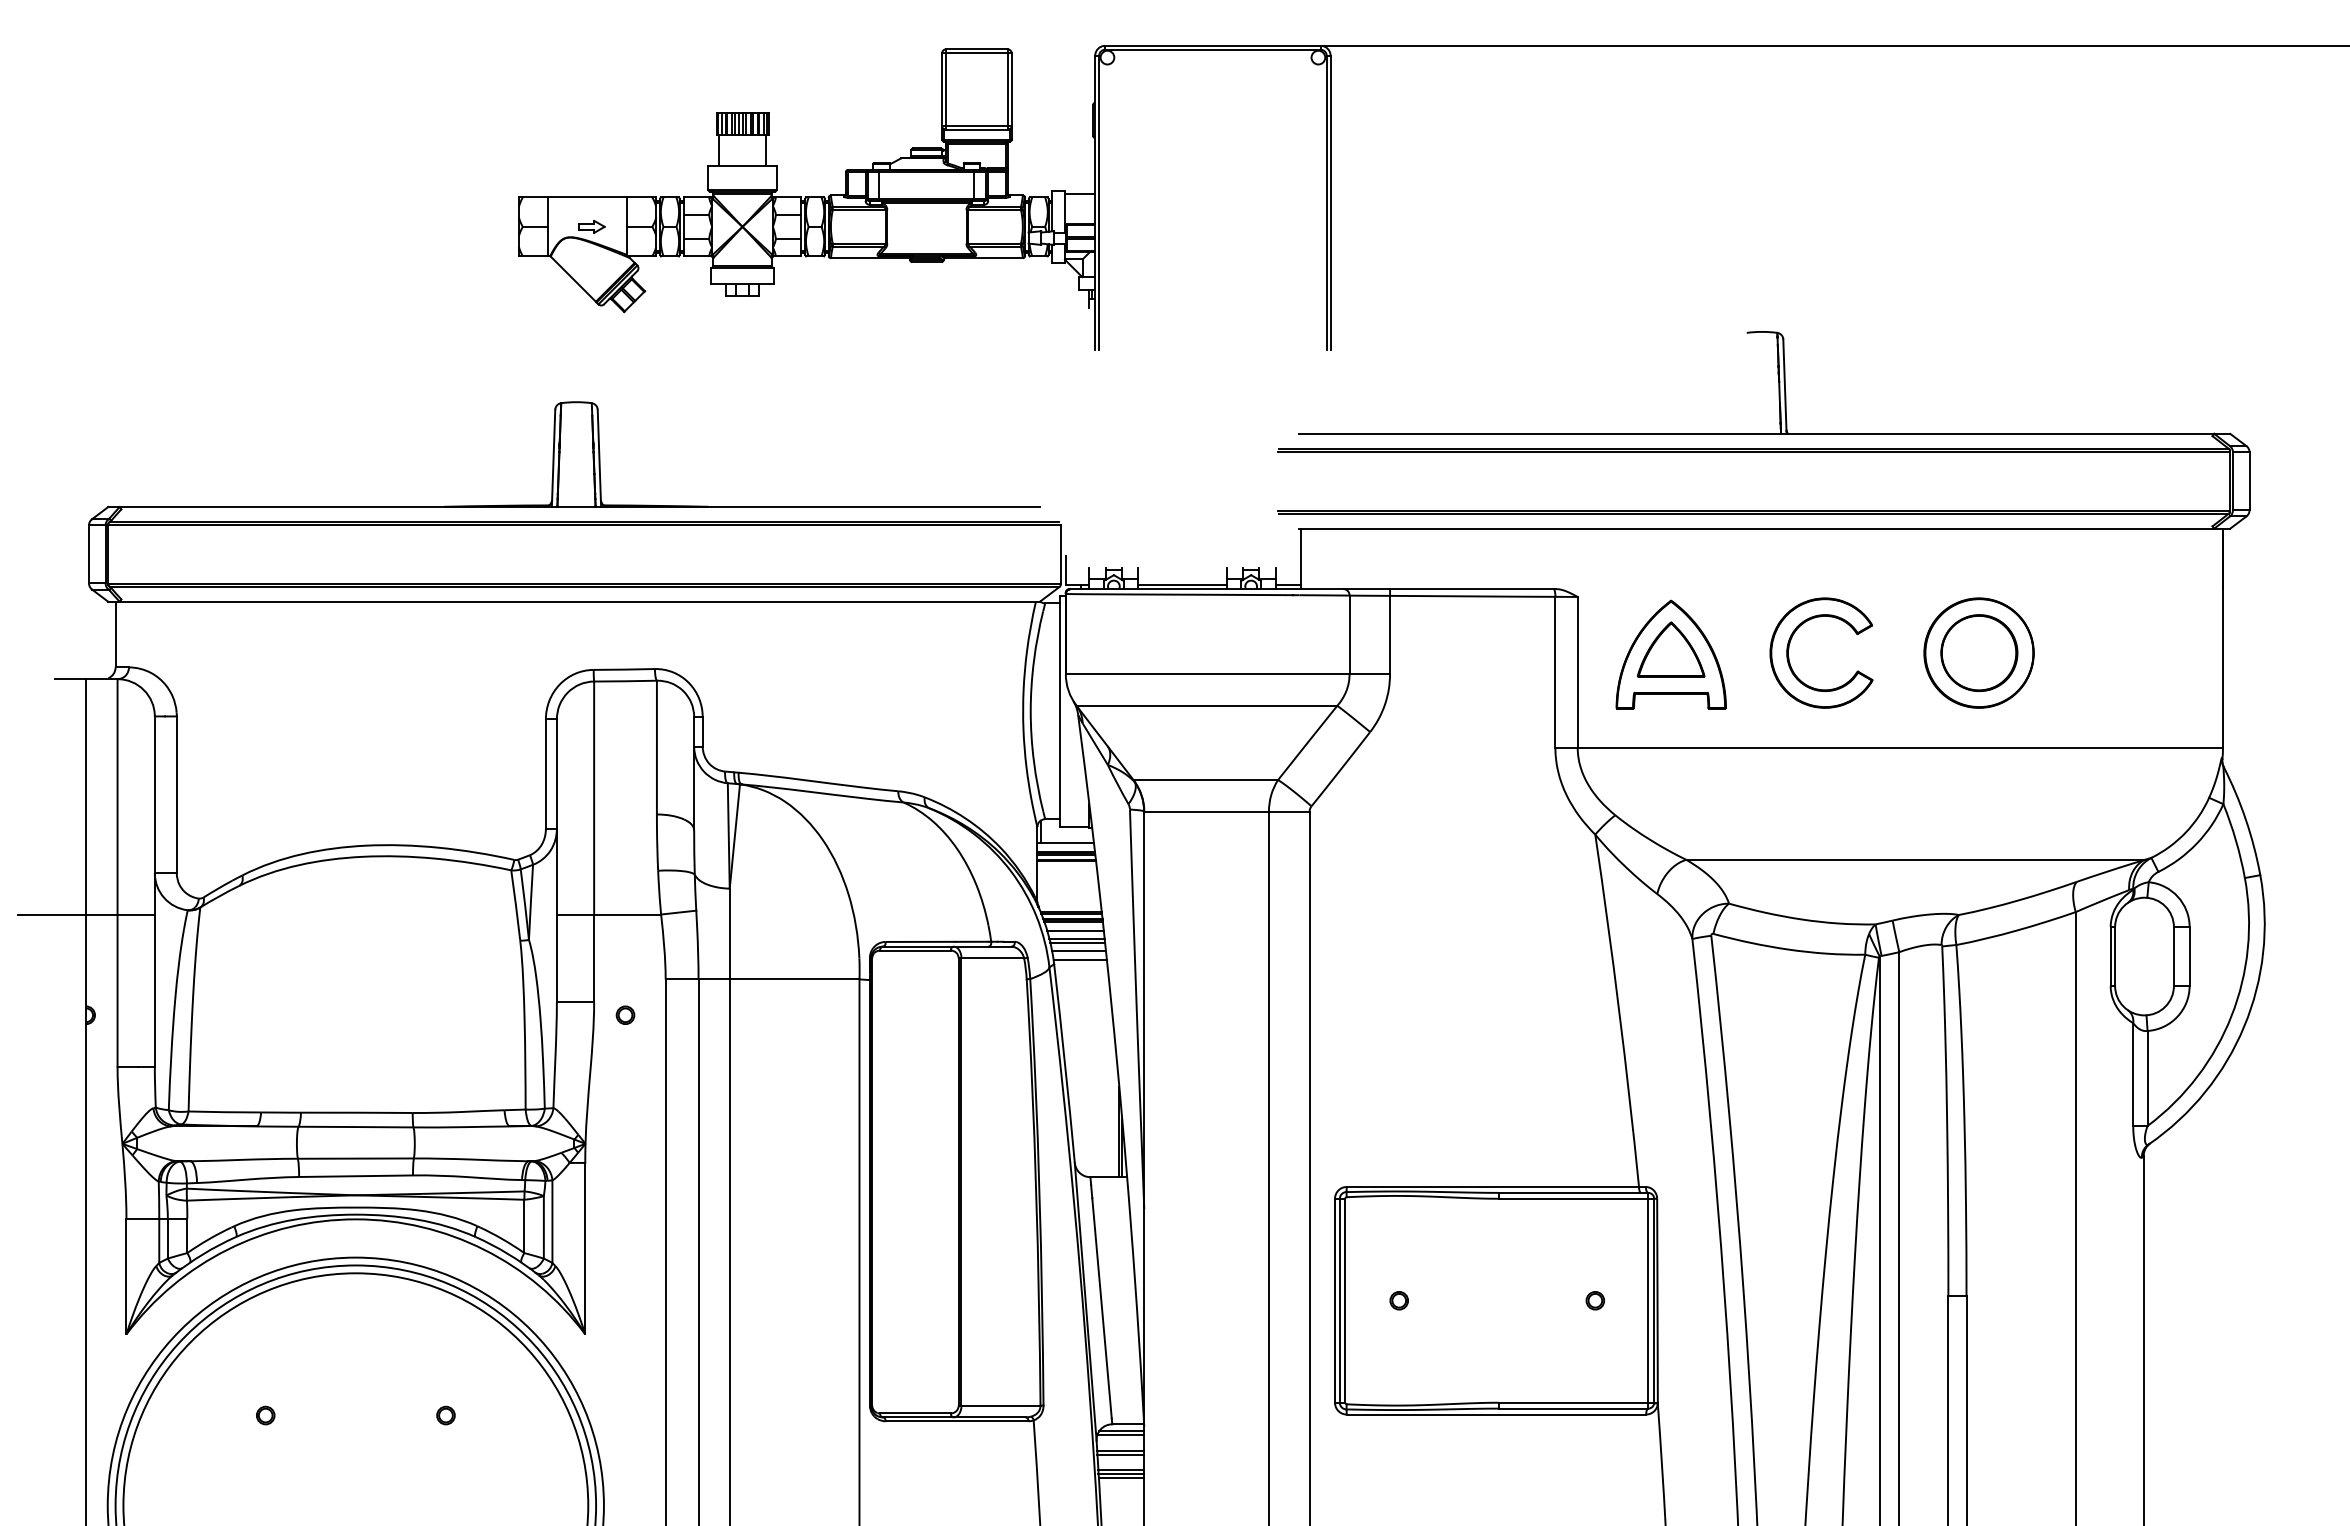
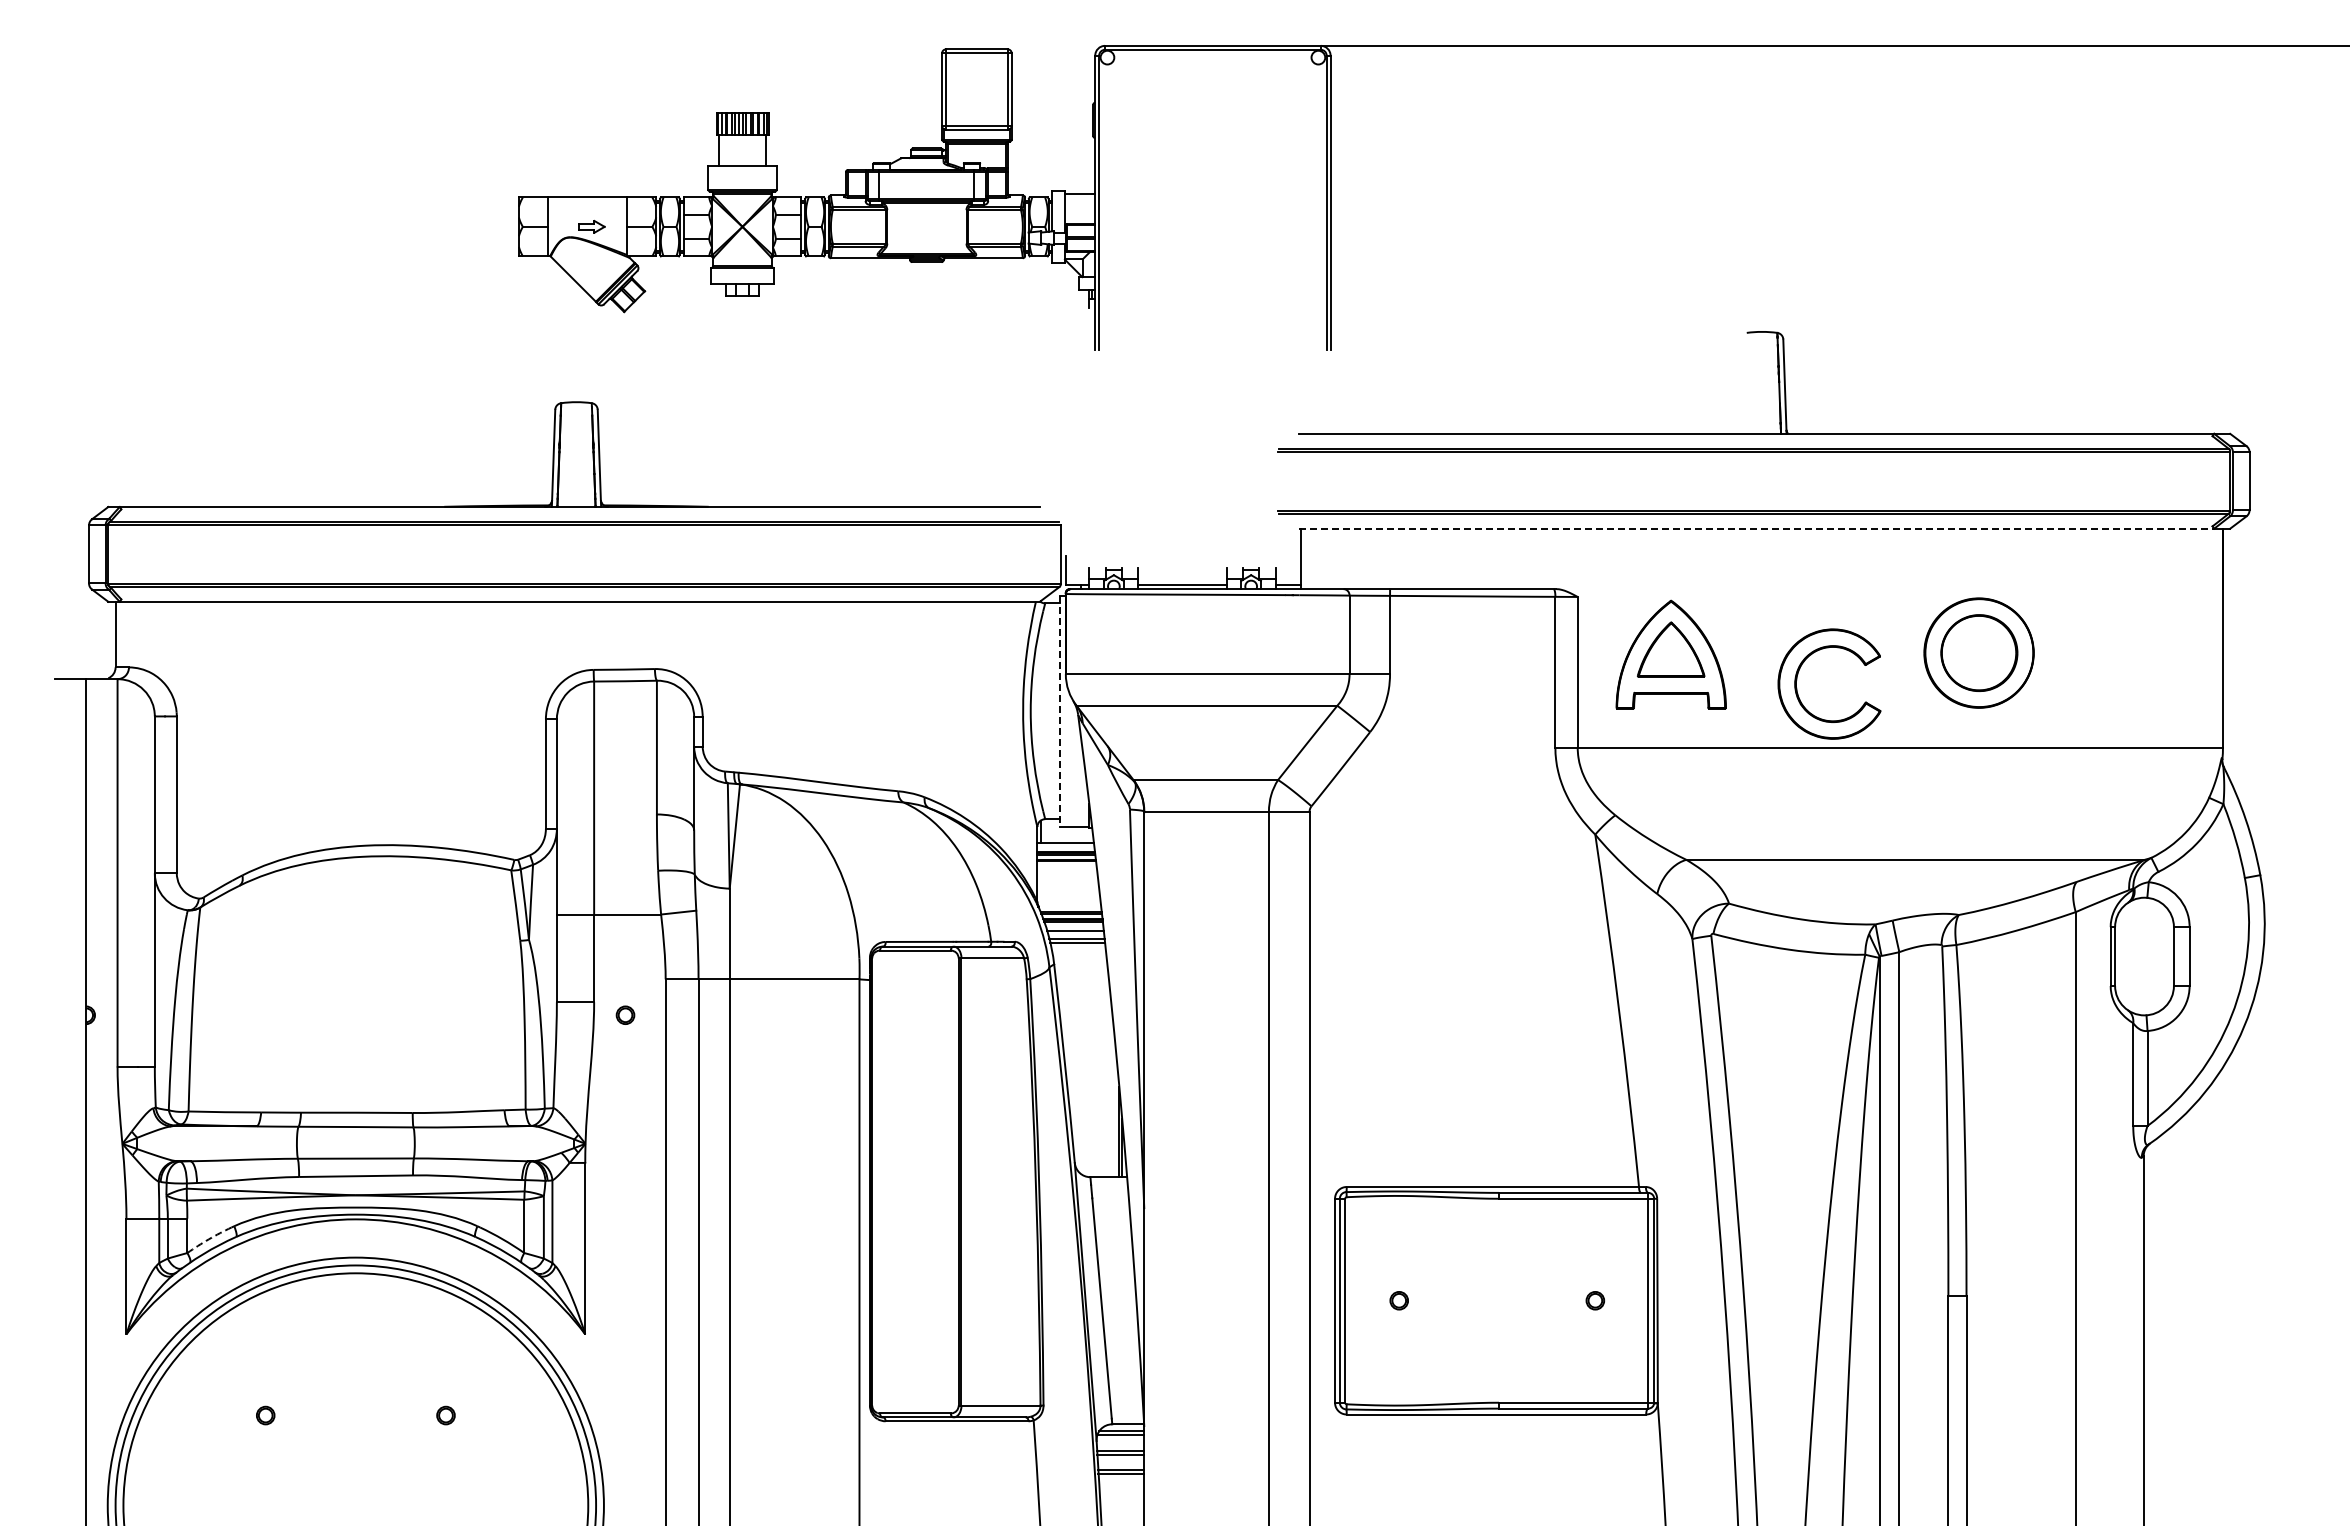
line at (1756, 528): solid -> dashed
part at (1789, 649) position: (1789, 649) -> (1797, 680)
line at (1059, 711): solid -> dashed
line at (85, 914): present -> none
line at (1078, 950): present -> none
line at (1079, 960): present -> none
arc at (208, 1239): solid -> dashed
line at (1121, 1478): present -> none
